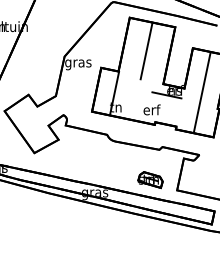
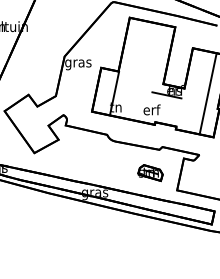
line at (146, 50): present -> none
line at (201, 92) position: (201, 92) -> (207, 93)
part at (150, 180) position: (150, 180) -> (150, 173)
